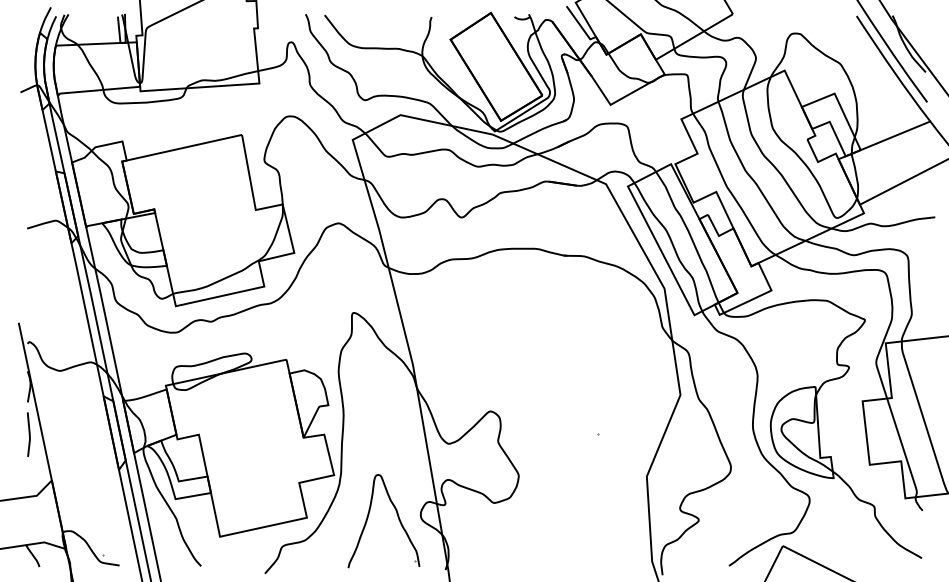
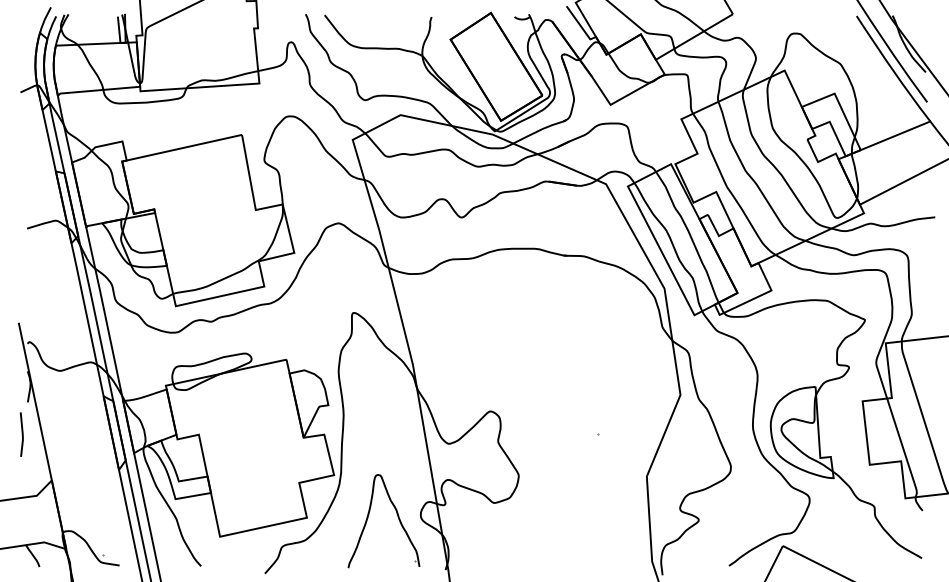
line at (28, 434) position: (28, 434) -> (21, 434)
